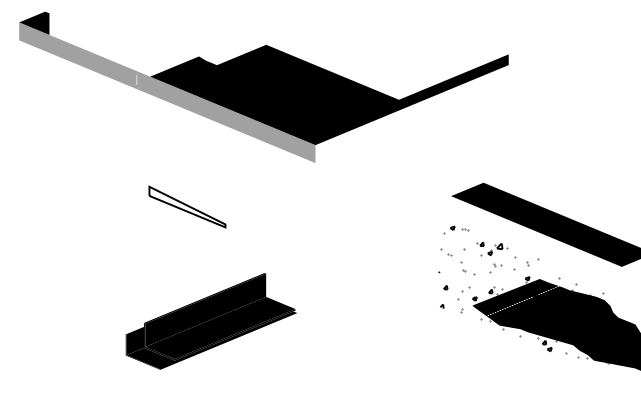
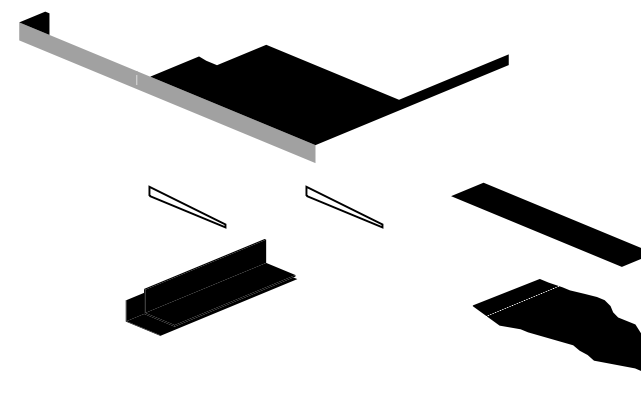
part at (344, 206): none -> present
hatch at (523, 294): present -> none
part at (210, 321) position: (210, 321) -> (210, 287)
